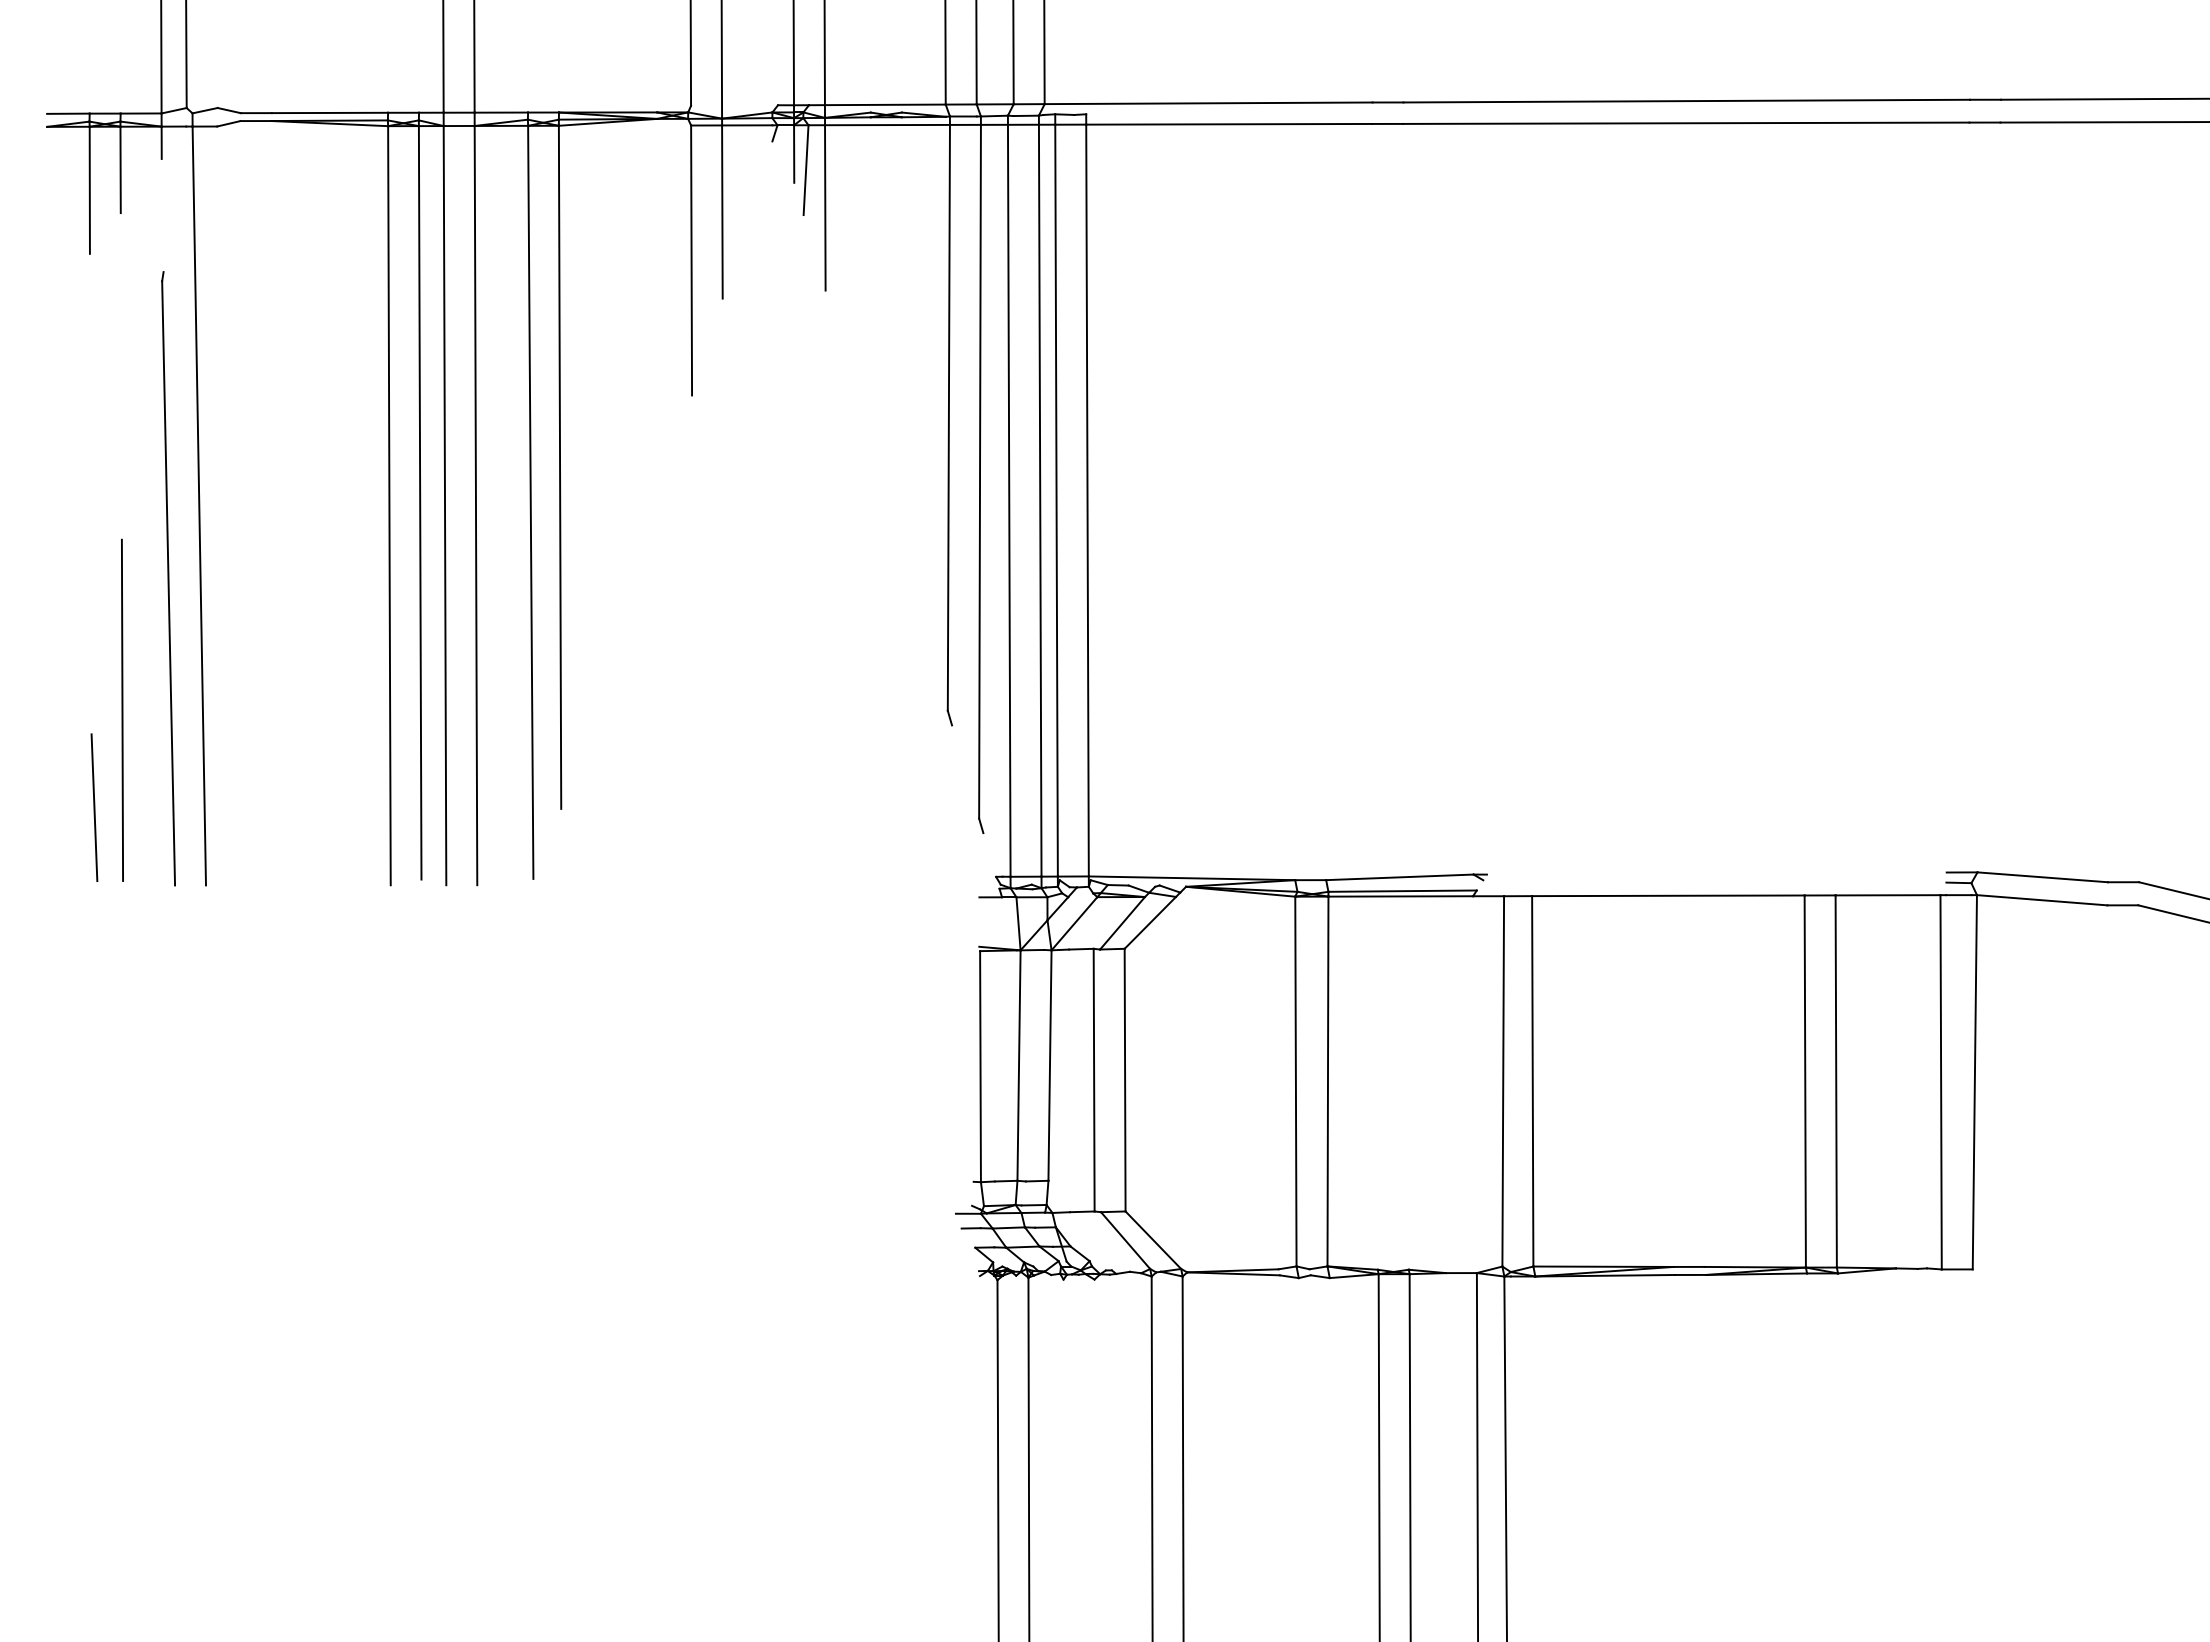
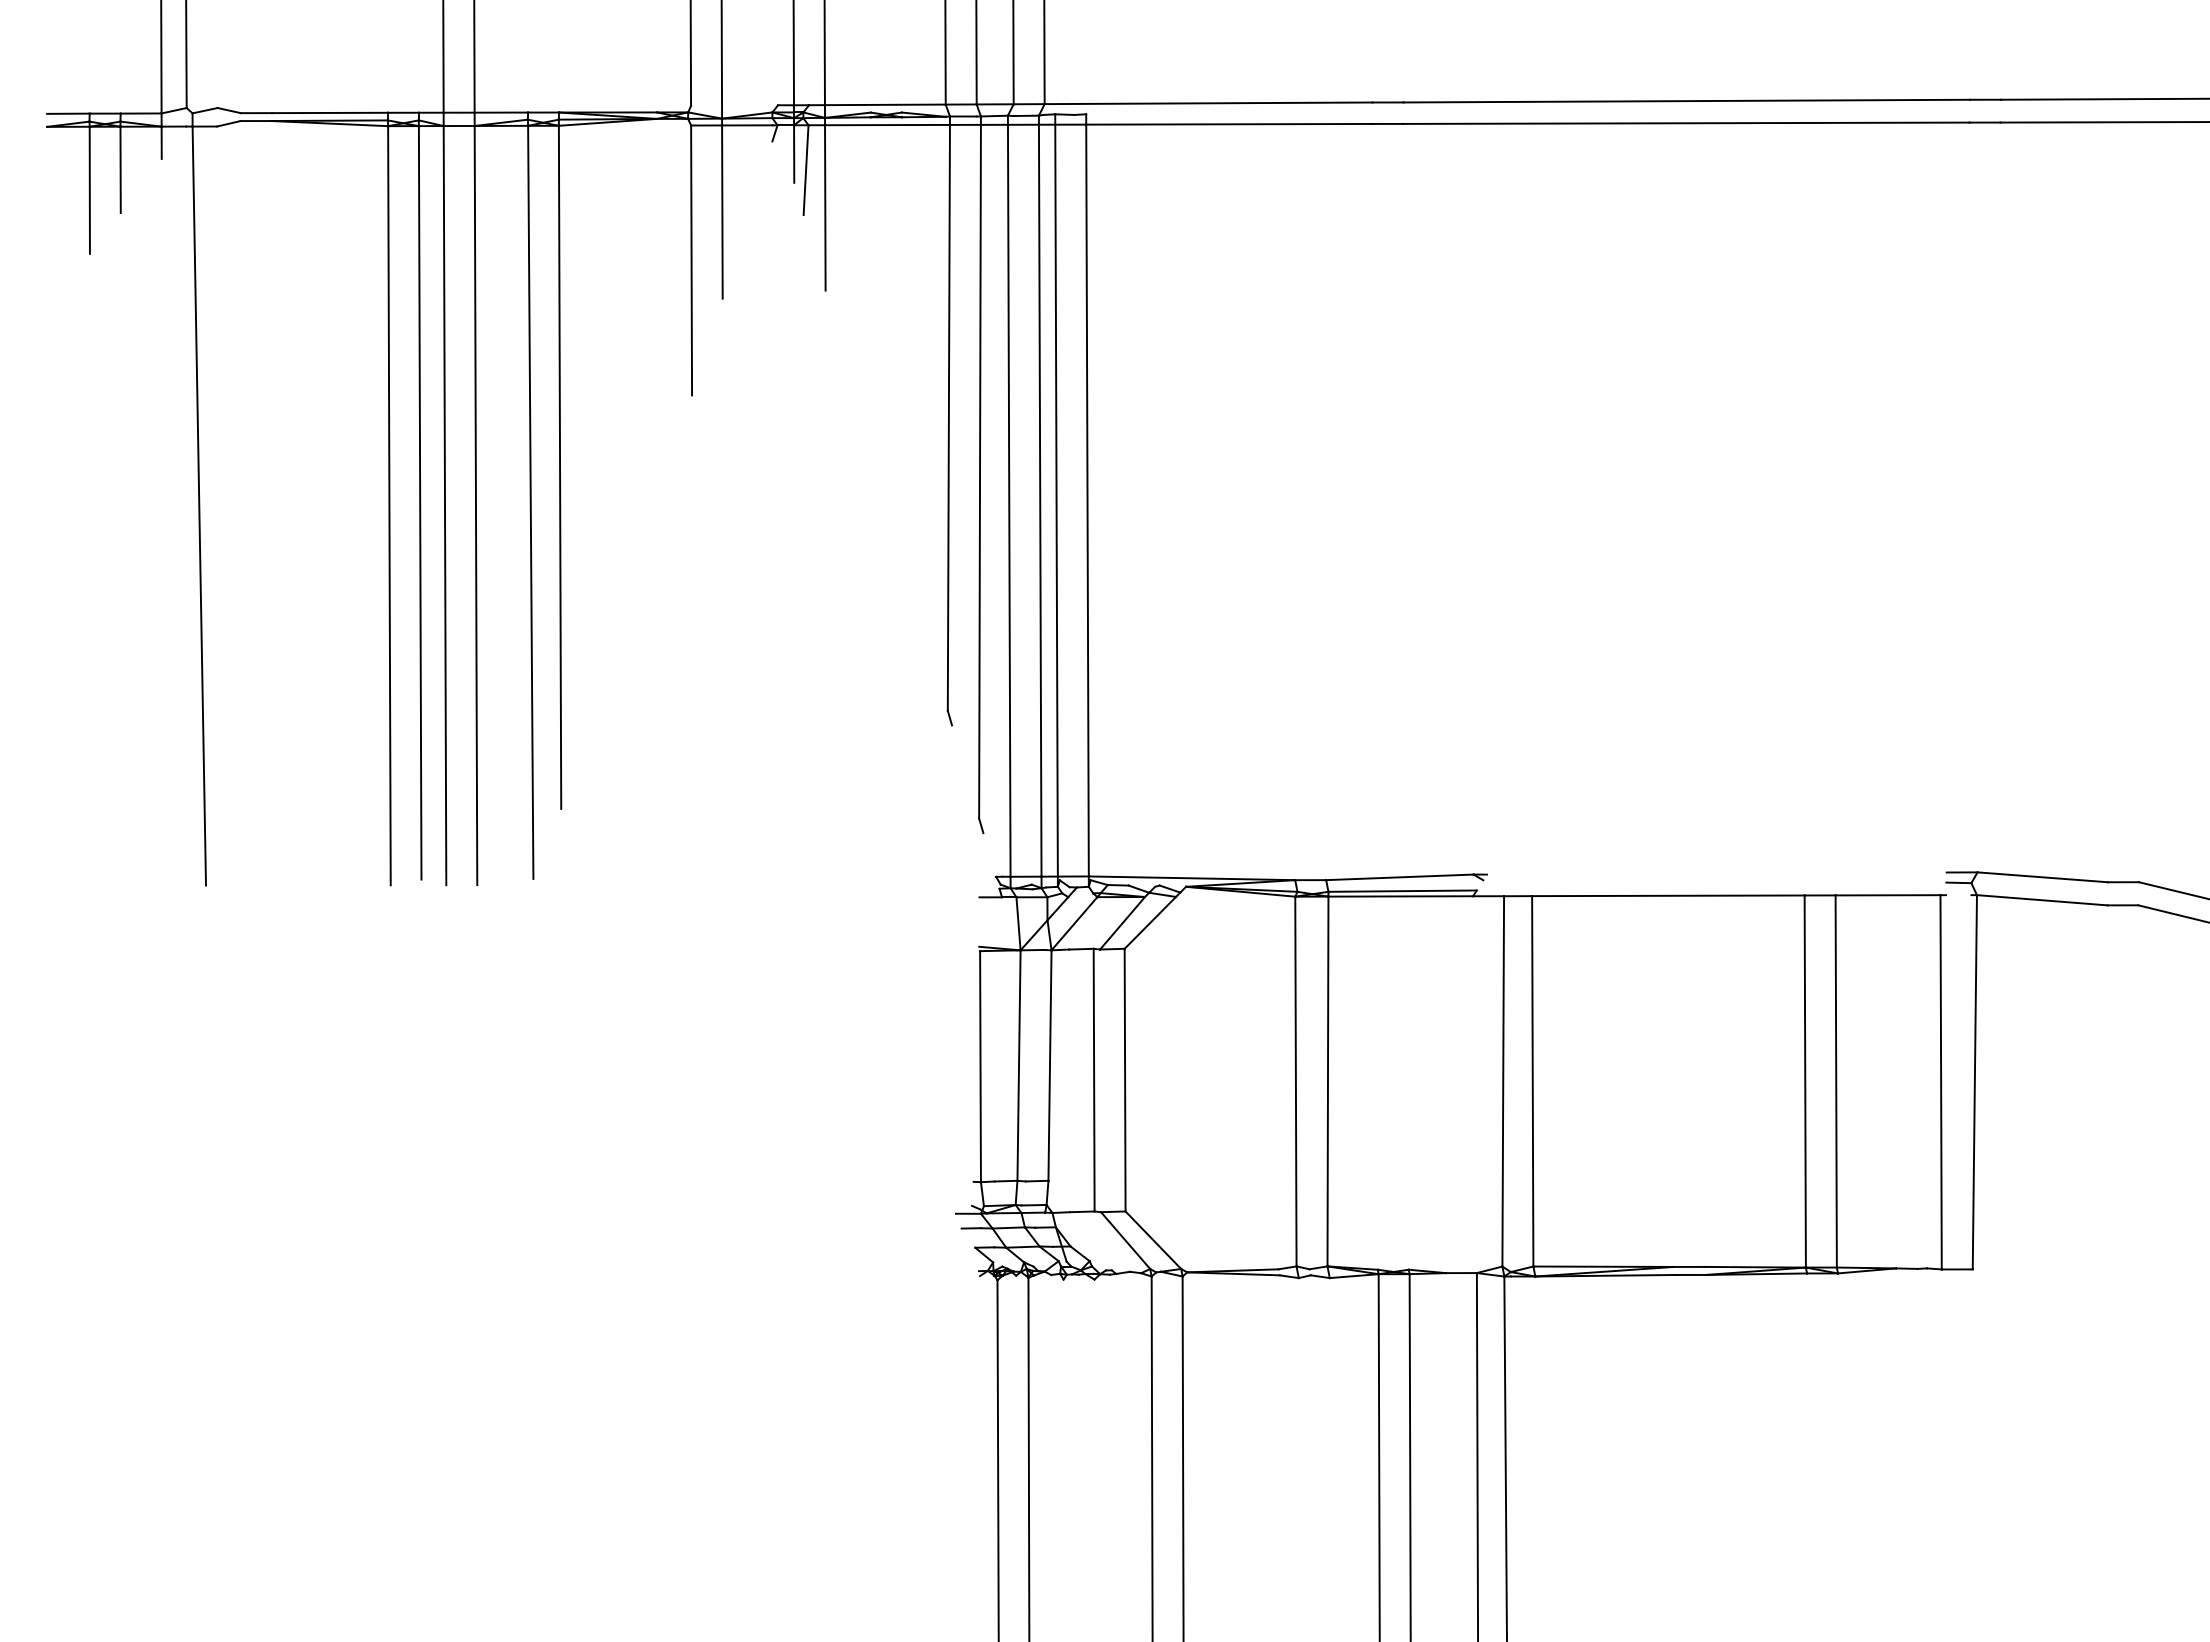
part at (168, 578): present -> none
line at (122, 709): present -> none
line at (94, 807): present -> none
line at (1958, 895): present -> none
